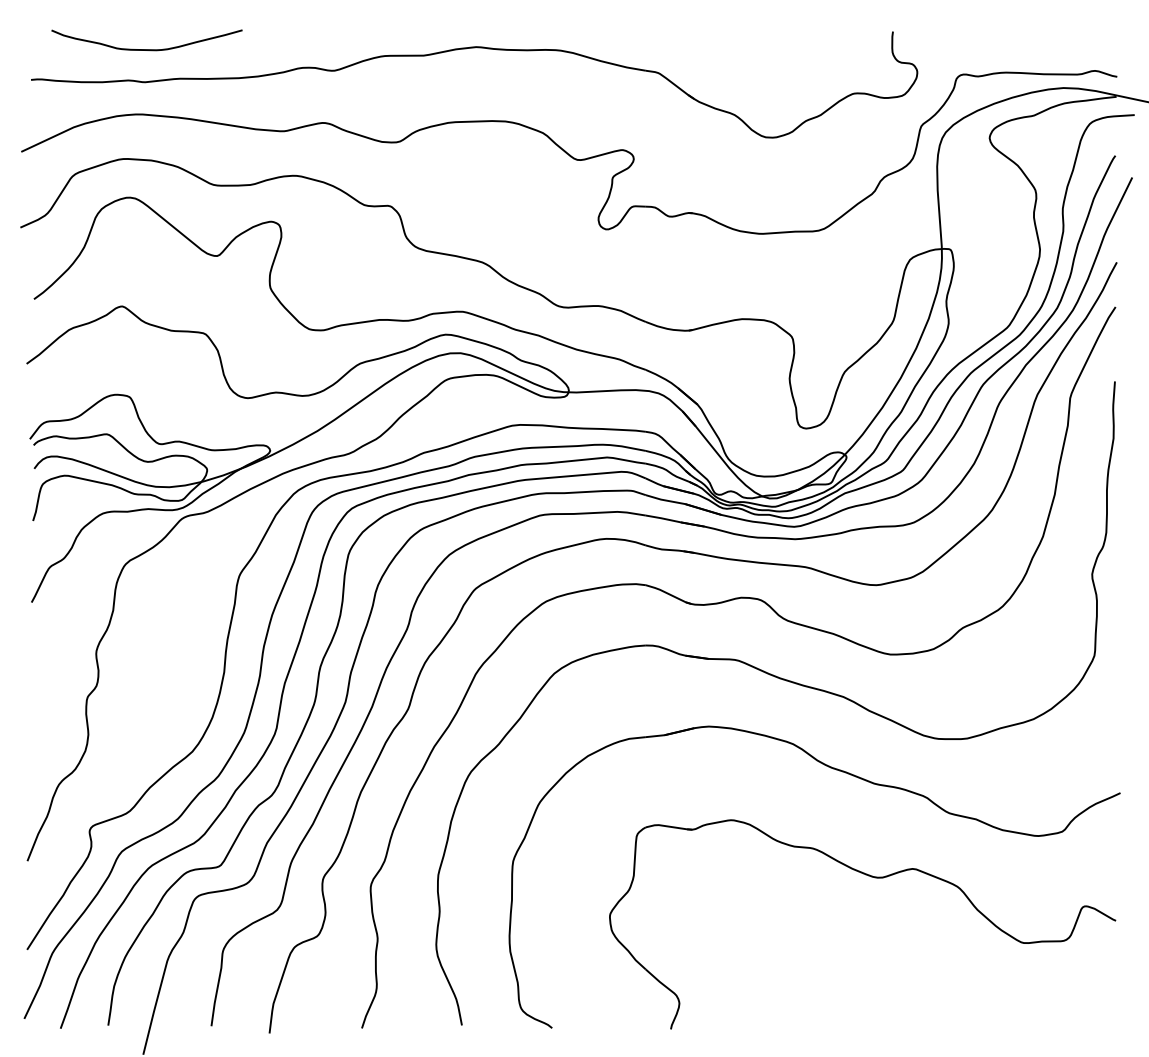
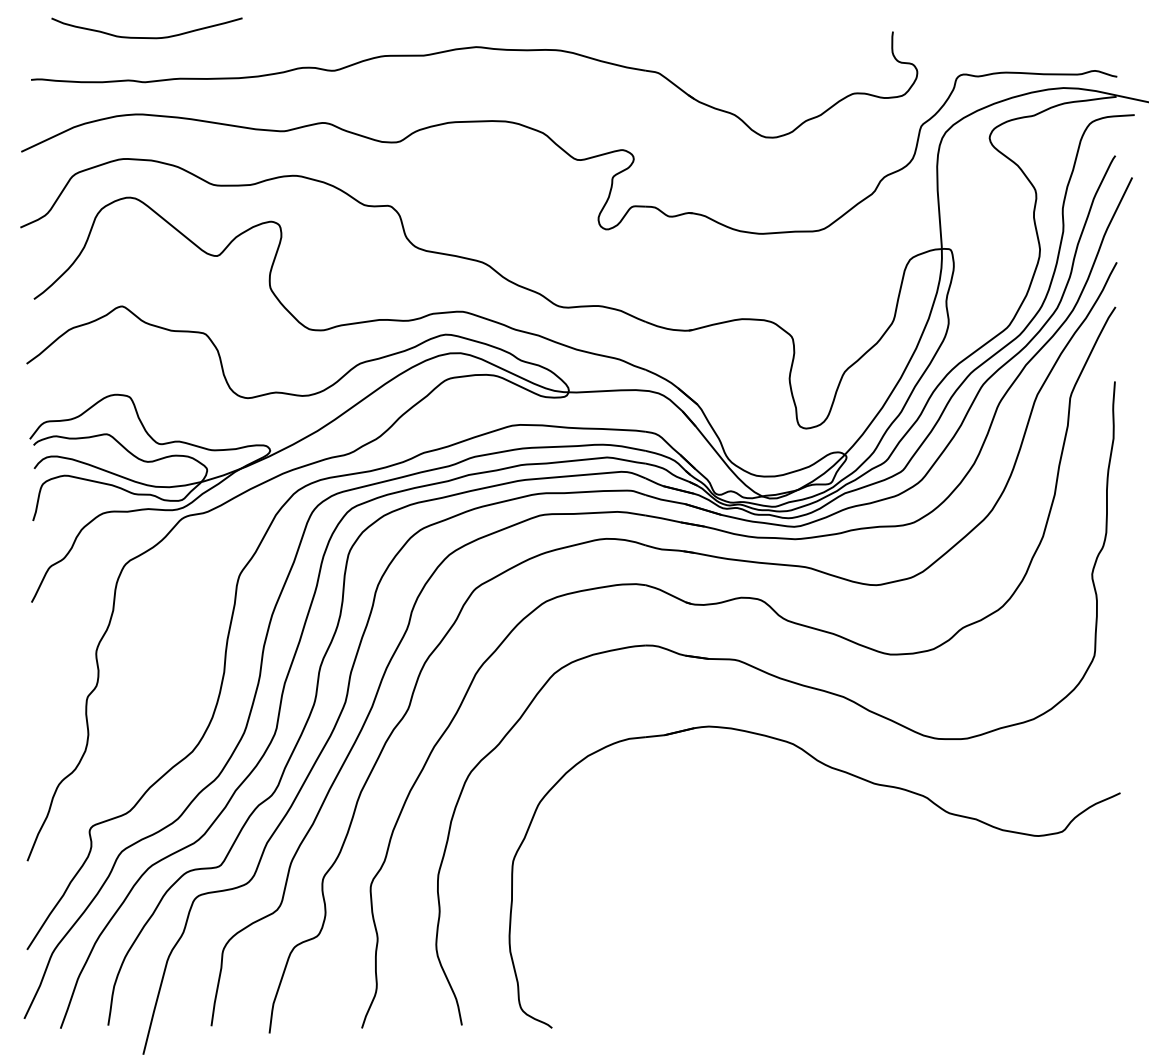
curve at (146, 49) position: (146, 49) -> (146, 37)
part at (874, 878): present -> none
